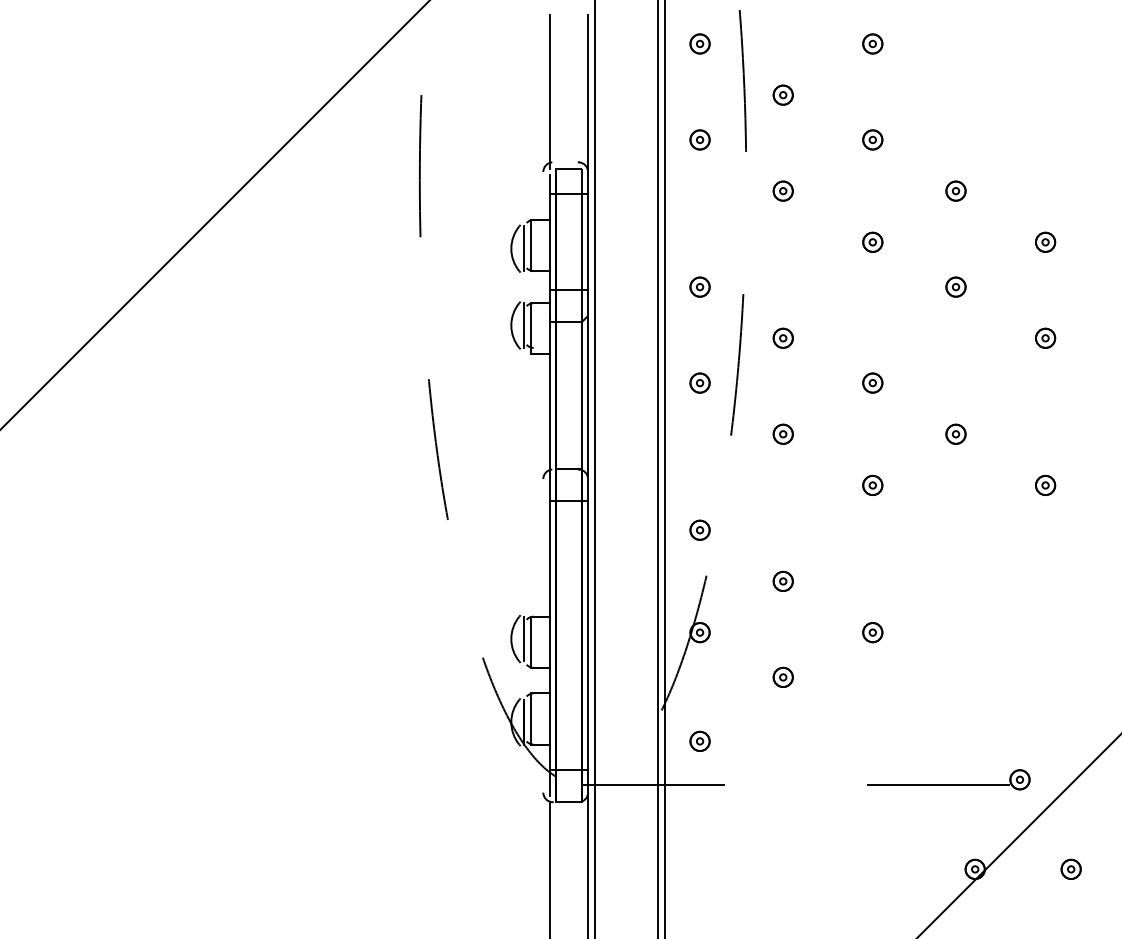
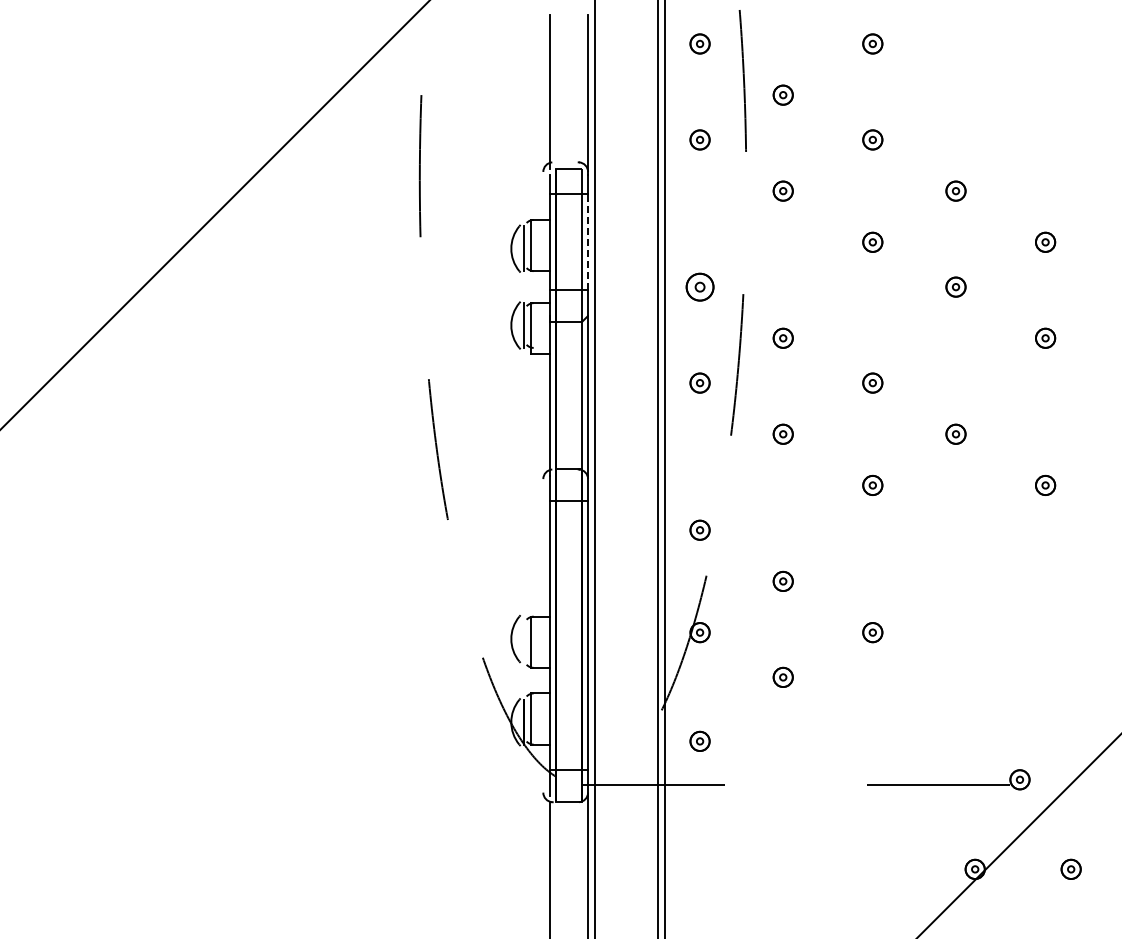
line at (588, 242): solid -> dashed
part at (699, 286) size: 22x22 px -> 30x30 px
line at (524, 638): present -> none
